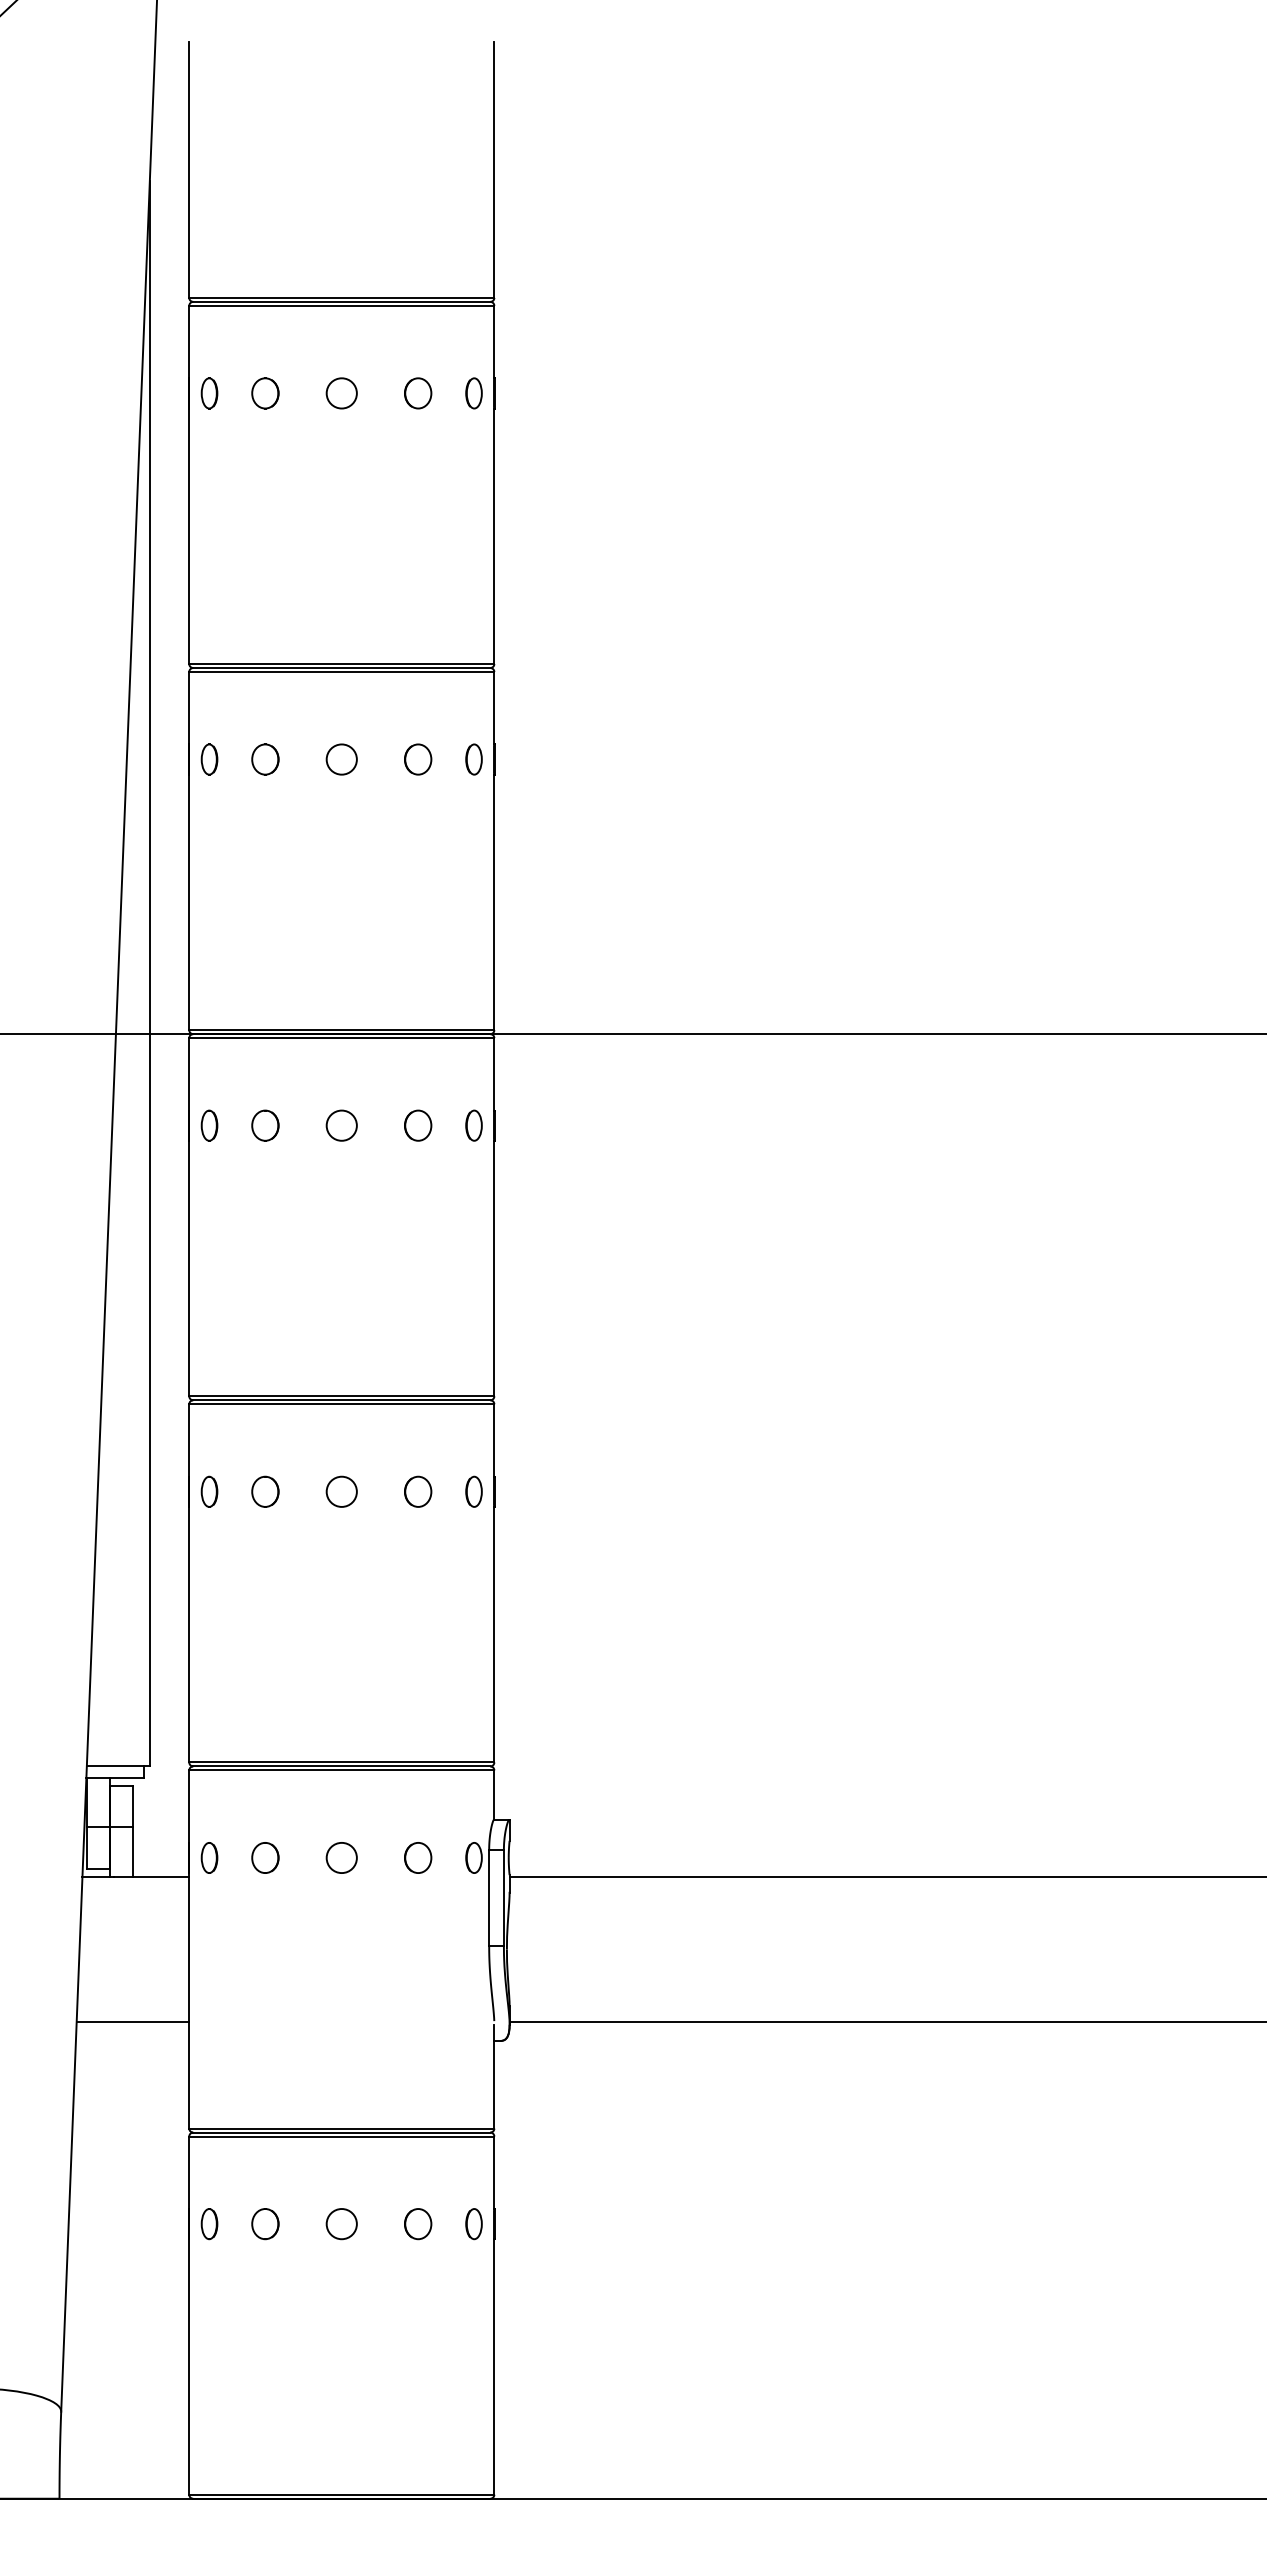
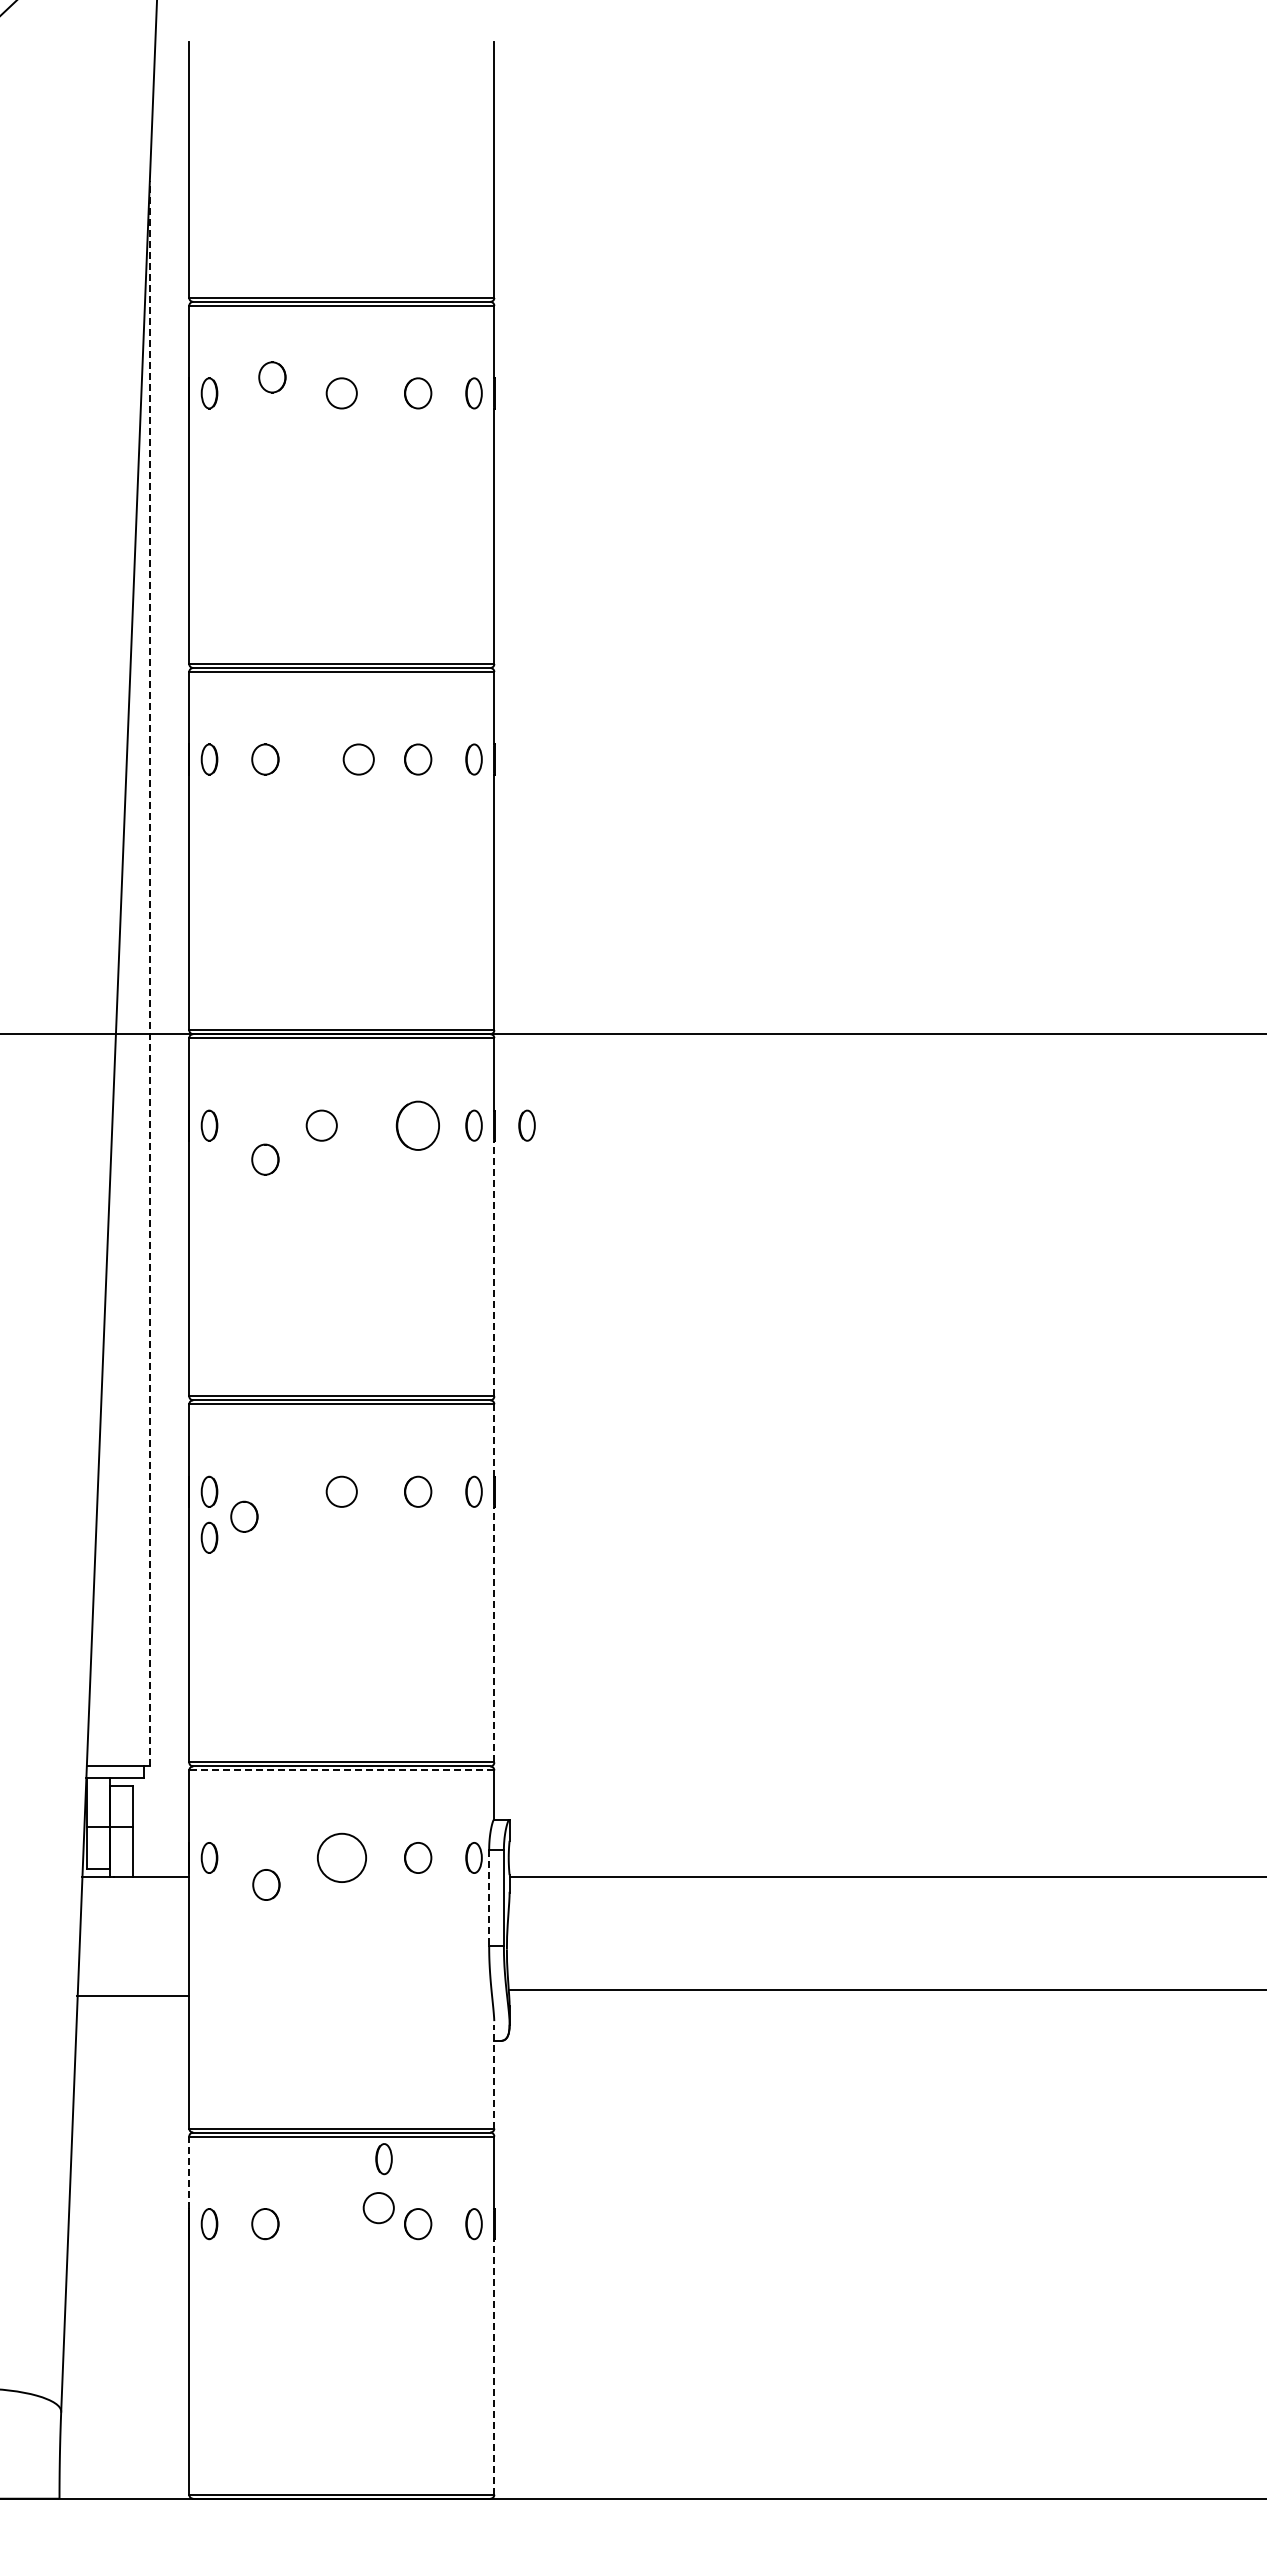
part at (265, 393) position: (265, 393) -> (272, 377)
circle at (341, 759) position: (341, 759) -> (358, 759)
line at (149, 973): solid -> dashed
part at (265, 1125) position: (265, 1125) -> (265, 1159)
circle at (341, 1125) position: (341, 1125) -> (321, 1125)
part at (418, 1125) size: 29x33 px -> 45x51 px
part at (526, 1125): none -> present
line at (494, 1268): solid -> dashed
line at (494, 1440): solid -> dashed
part at (265, 1491) position: (265, 1491) -> (244, 1516)
part at (209, 1537): none -> present
line at (494, 1634): solid -> dashed
line at (341, 1770): solid -> dashed
part at (265, 1857) position: (265, 1857) -> (266, 1884)
circle at (341, 1857) size: 33x32 px -> 50x51 px
line at (489, 1898): solid -> dashed
line at (132, 2021) position: (132, 2021) -> (132, 1995)
line at (886, 2021) position: (886, 2021) -> (886, 1989)
line at (494, 2076): solid -> dashed
part at (383, 2159): none -> present
line at (189, 2172): solid -> dashed
circle at (341, 2224) position: (341, 2224) -> (378, 2208)
line at (494, 2366): solid -> dashed
